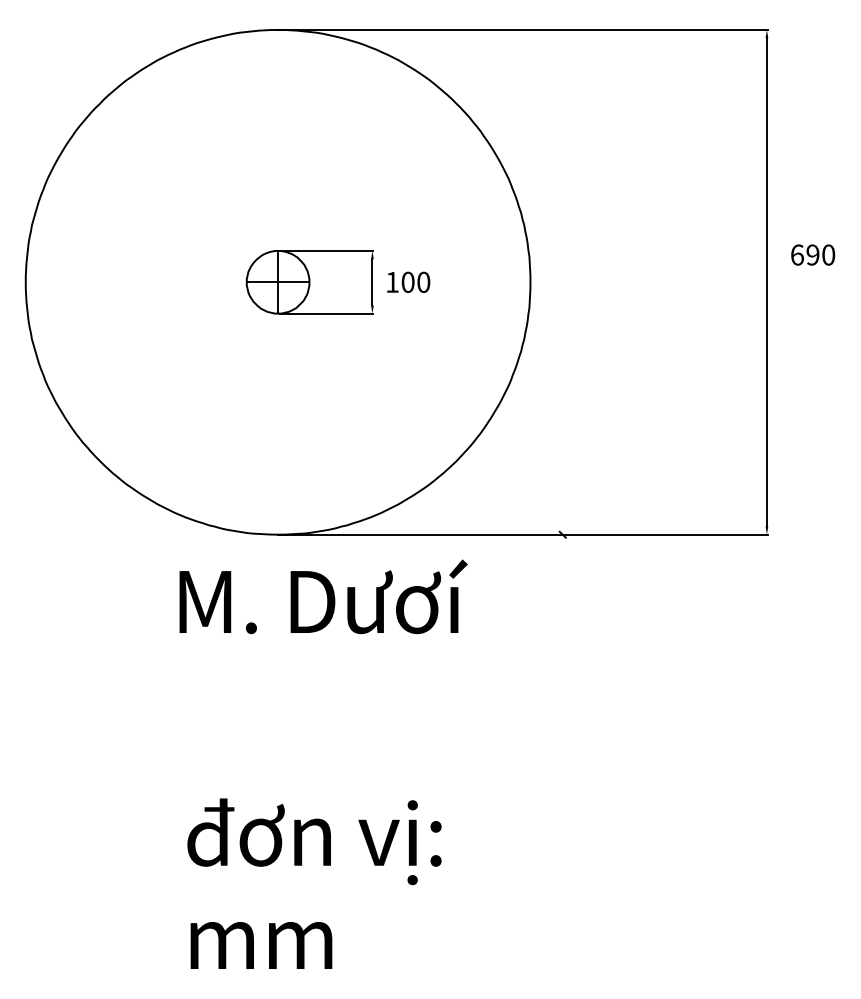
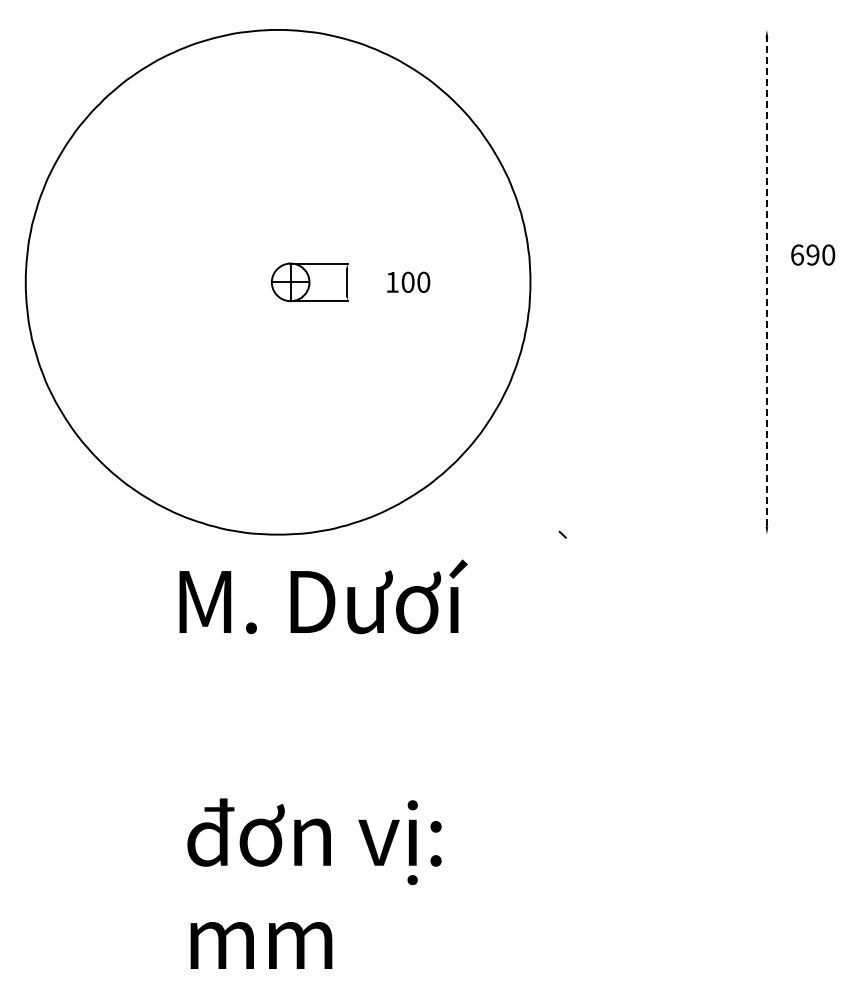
line at (521, 29): present -> none
line at (766, 281): solid -> dashed
part at (309, 282) size: 129x65 px -> 78x41 px
line at (522, 534): present -> none
